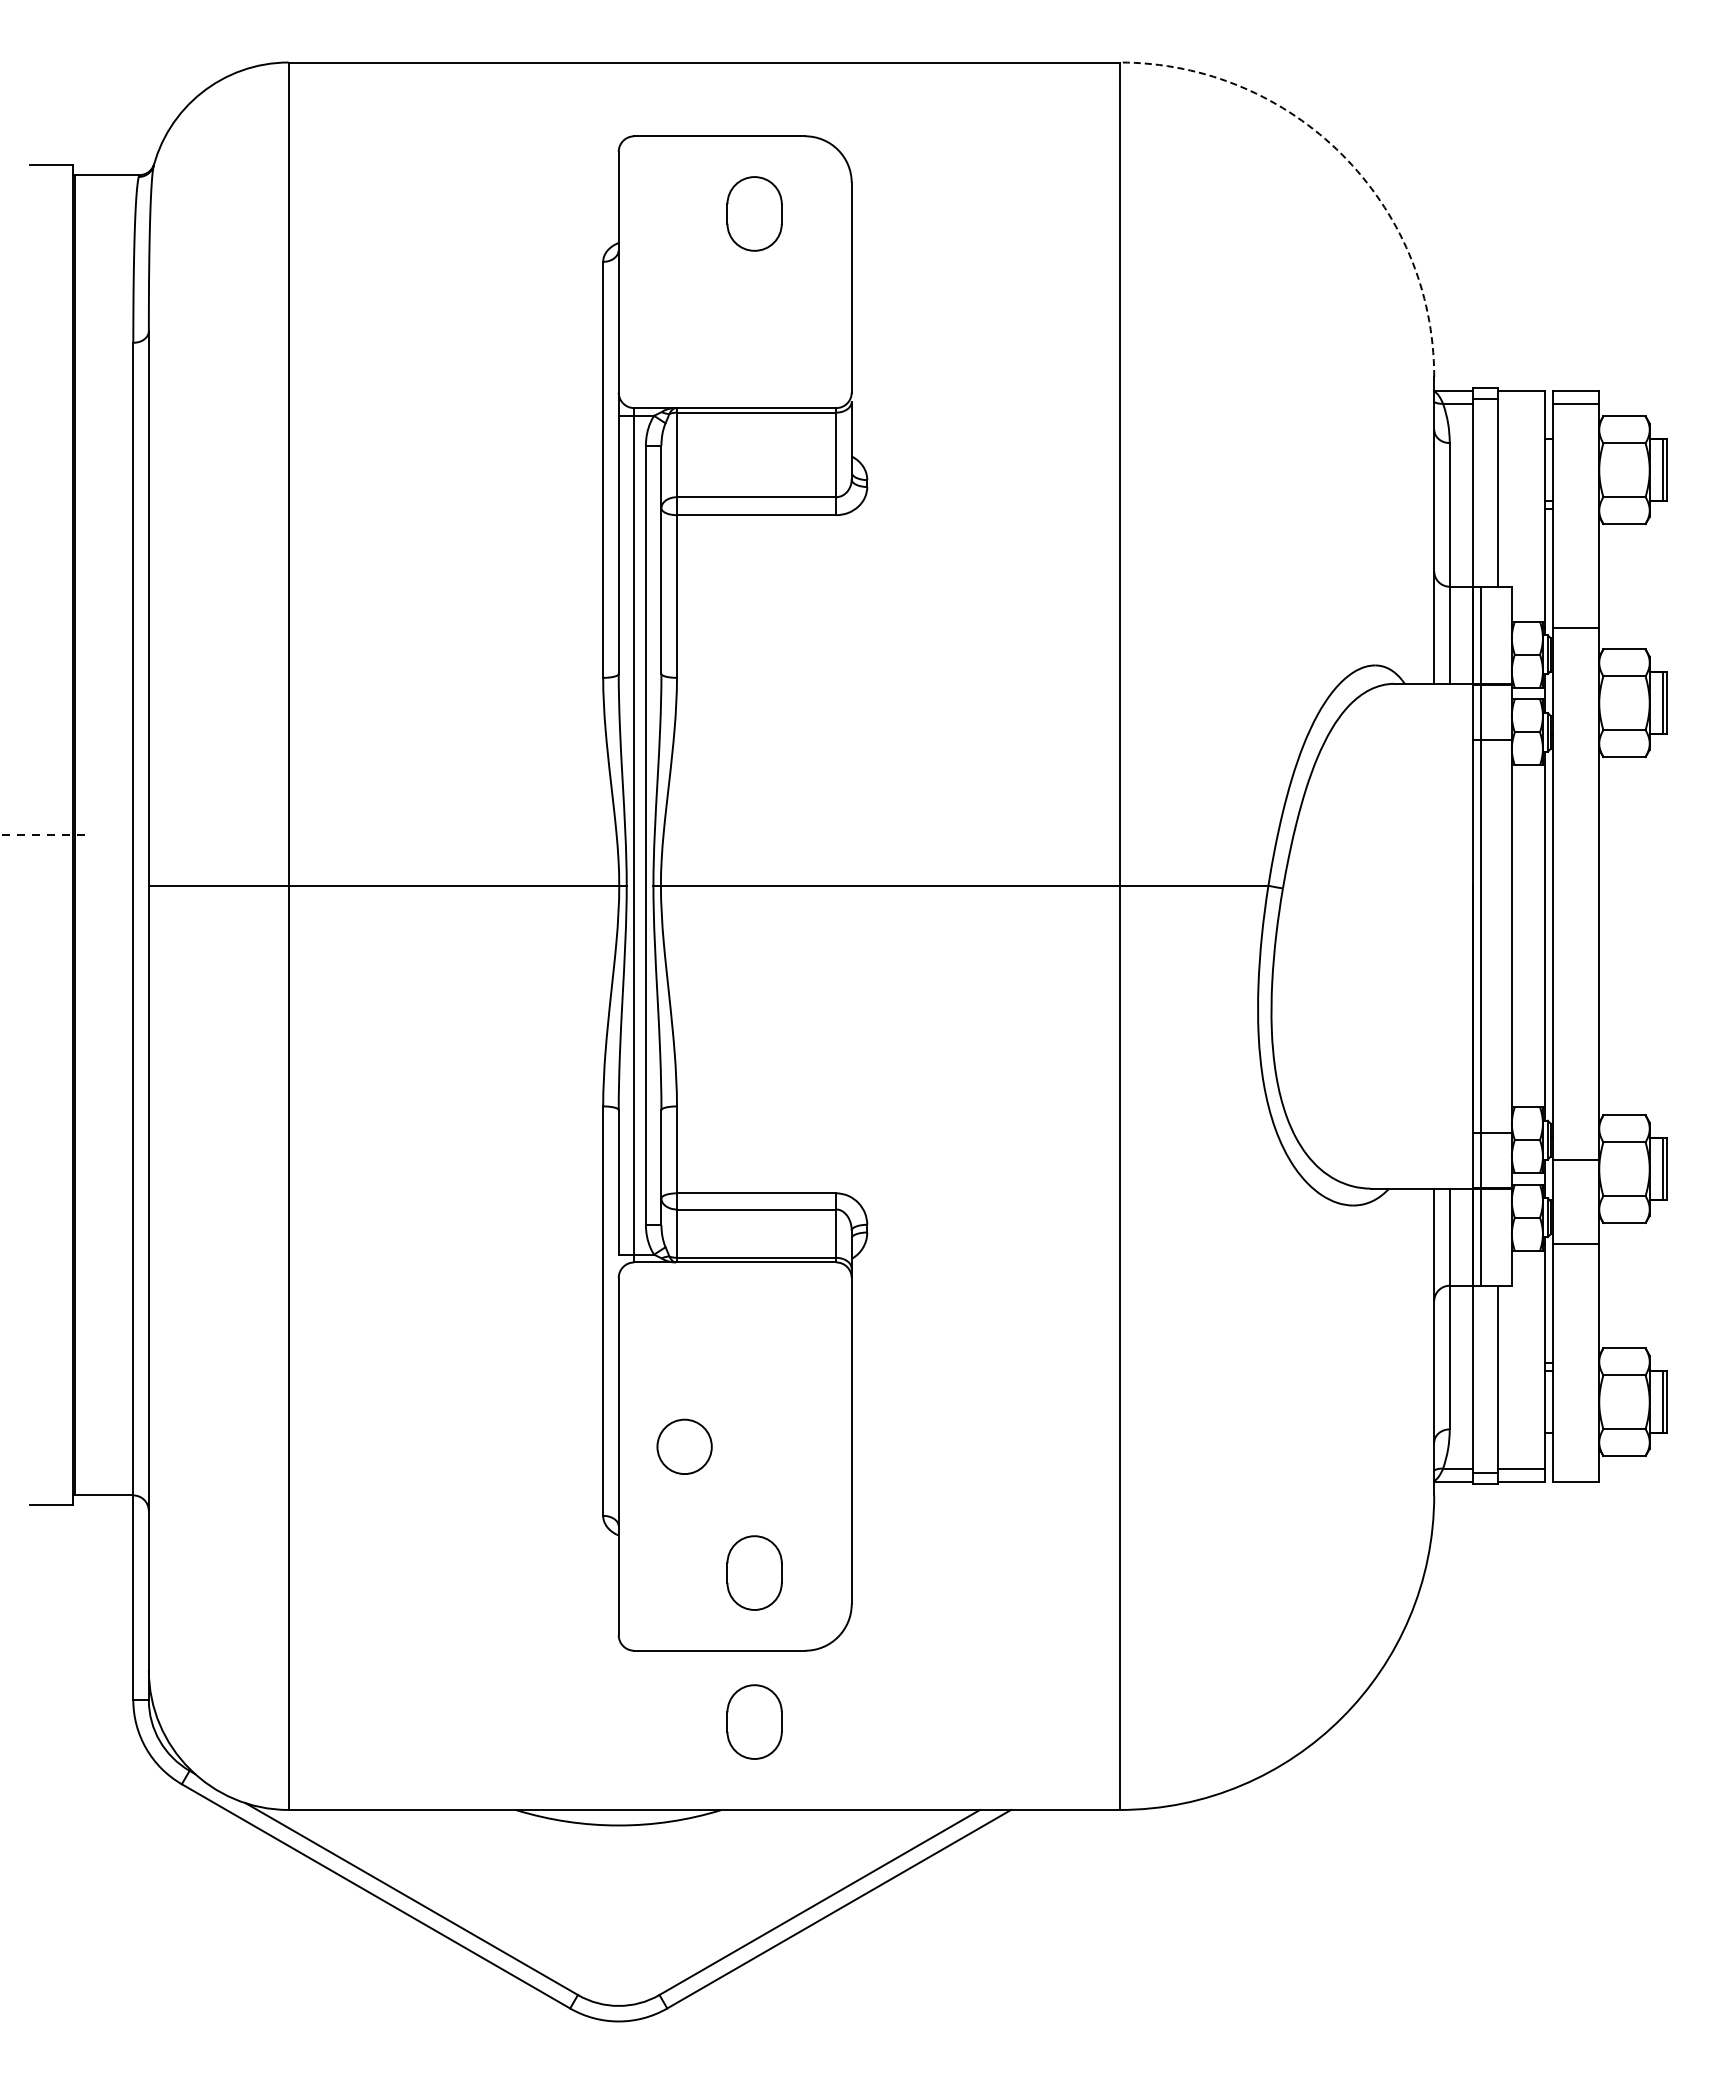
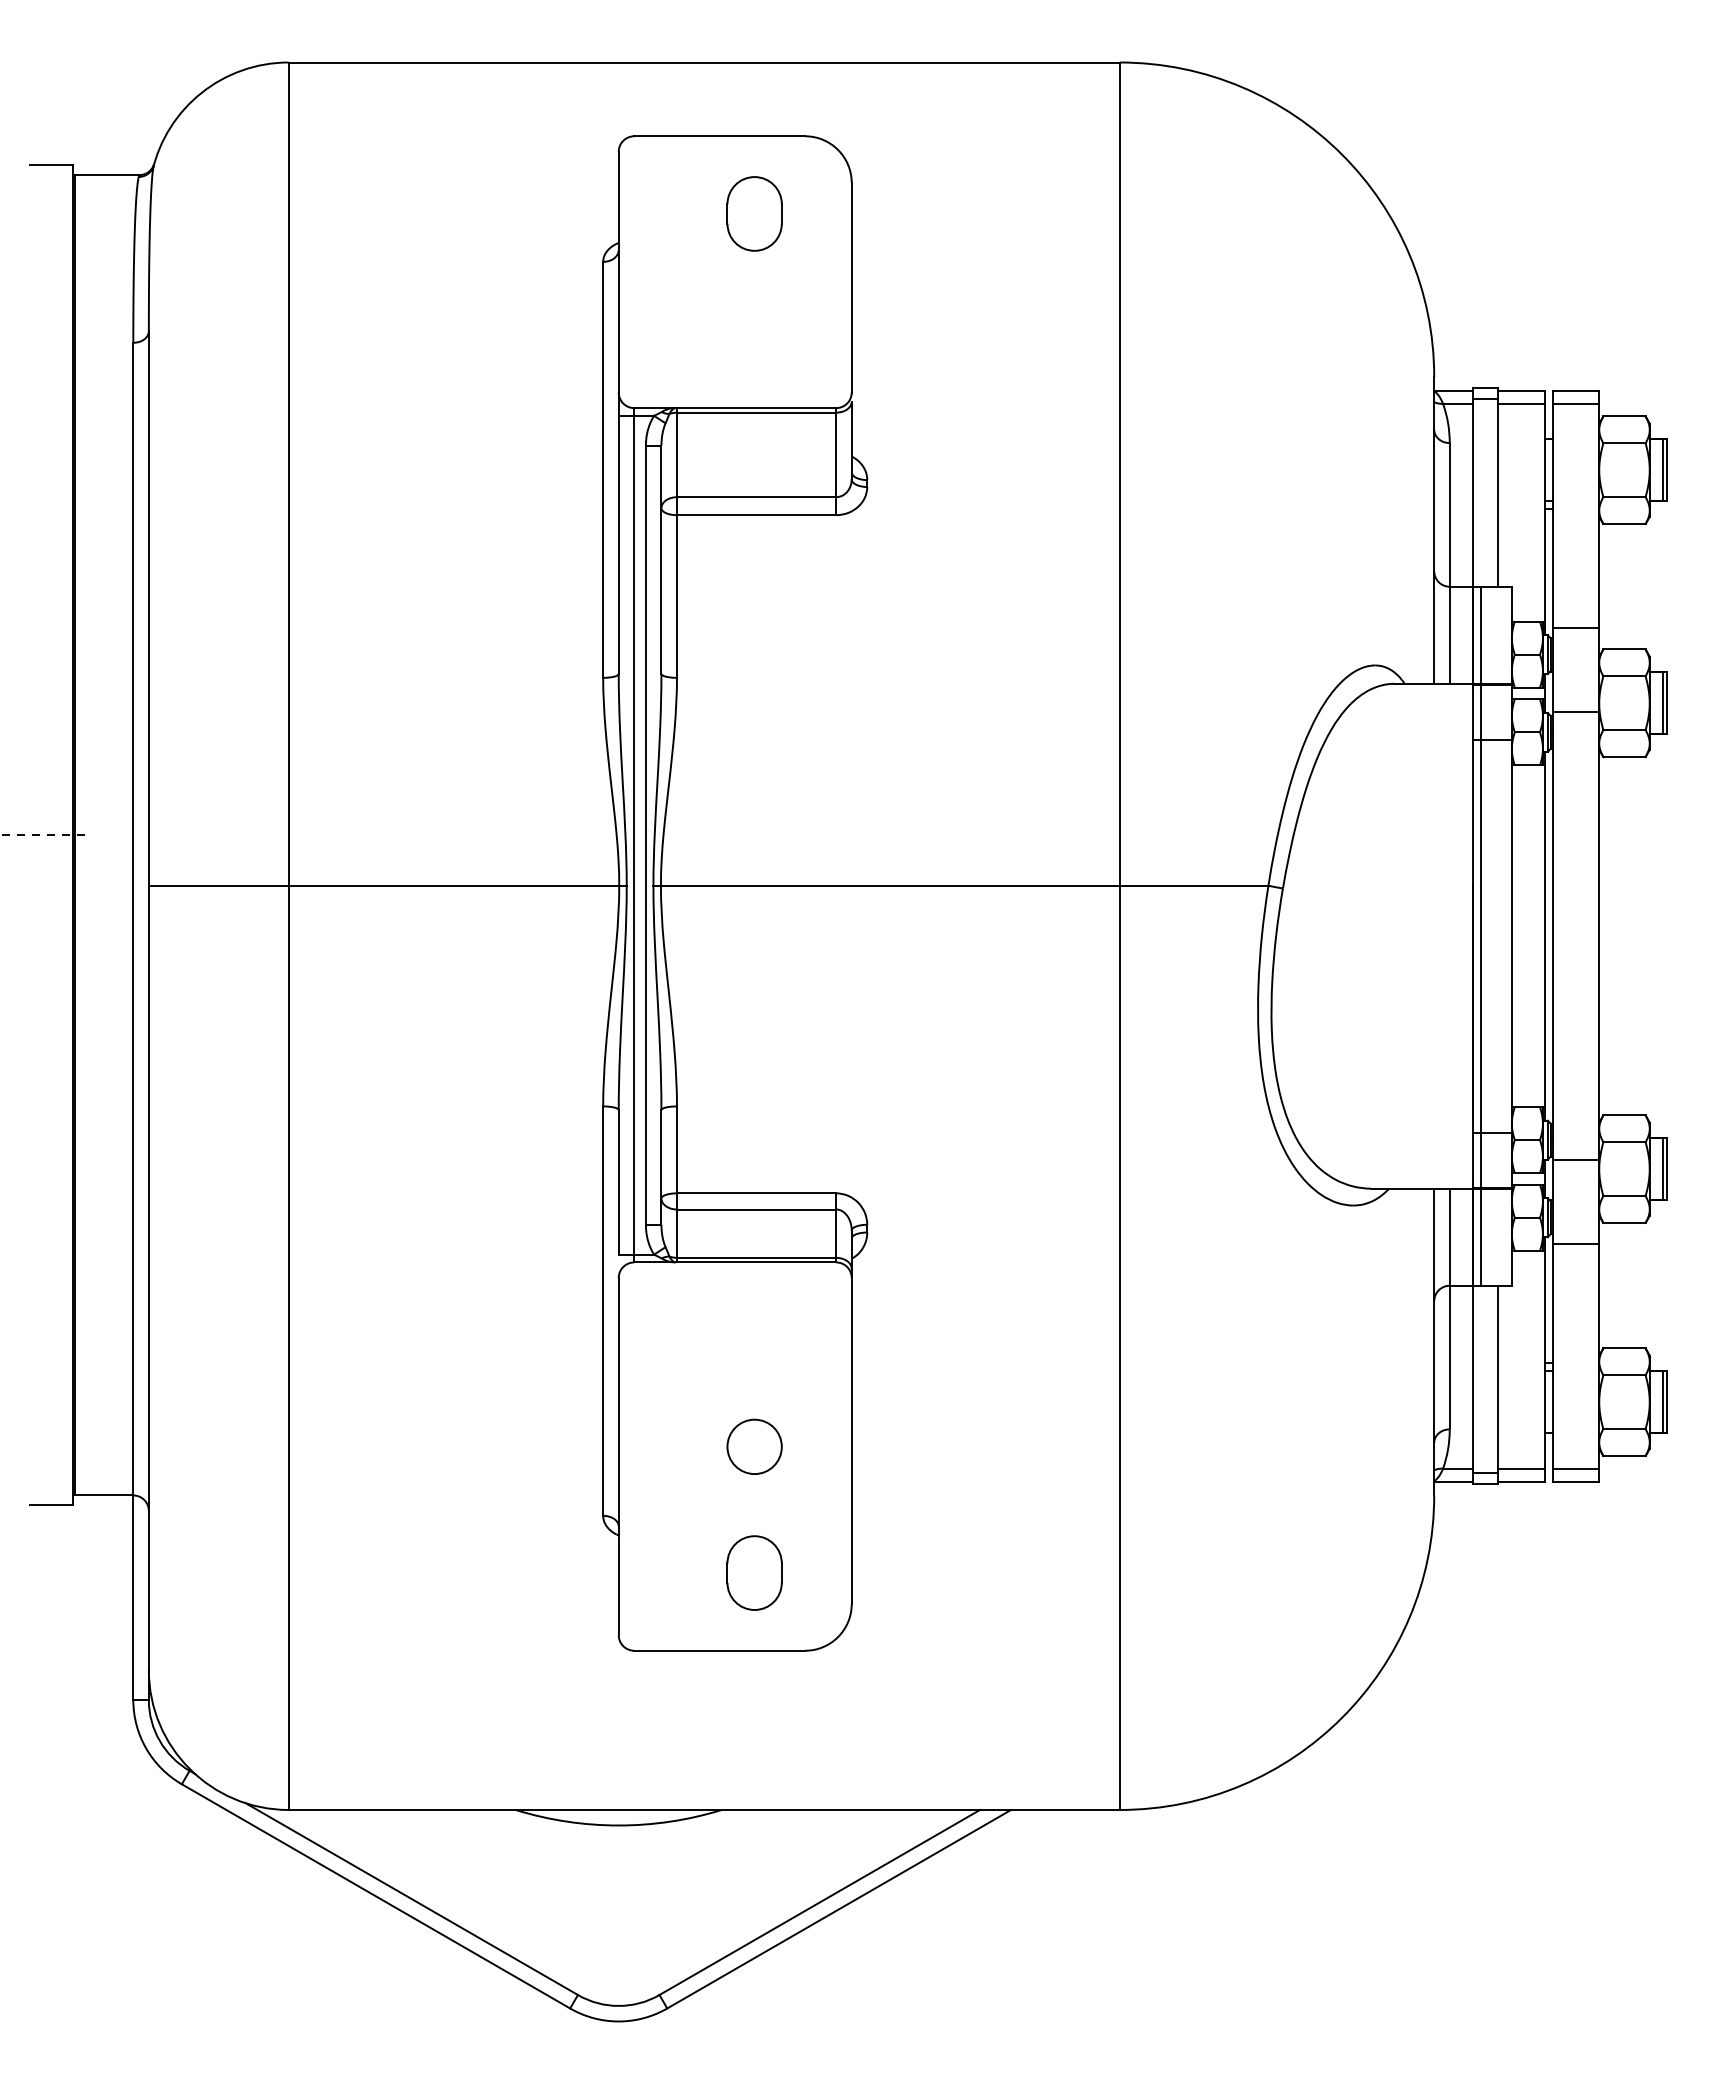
arc at (1342, 154): dashed -> solid
line at (1521, 403): none -> present
line at (1575, 712): none -> present
circle at (684, 1446) position: (684, 1446) -> (754, 1446)
line at (1575, 1468): none -> present
part at (754, 1721): present -> none
